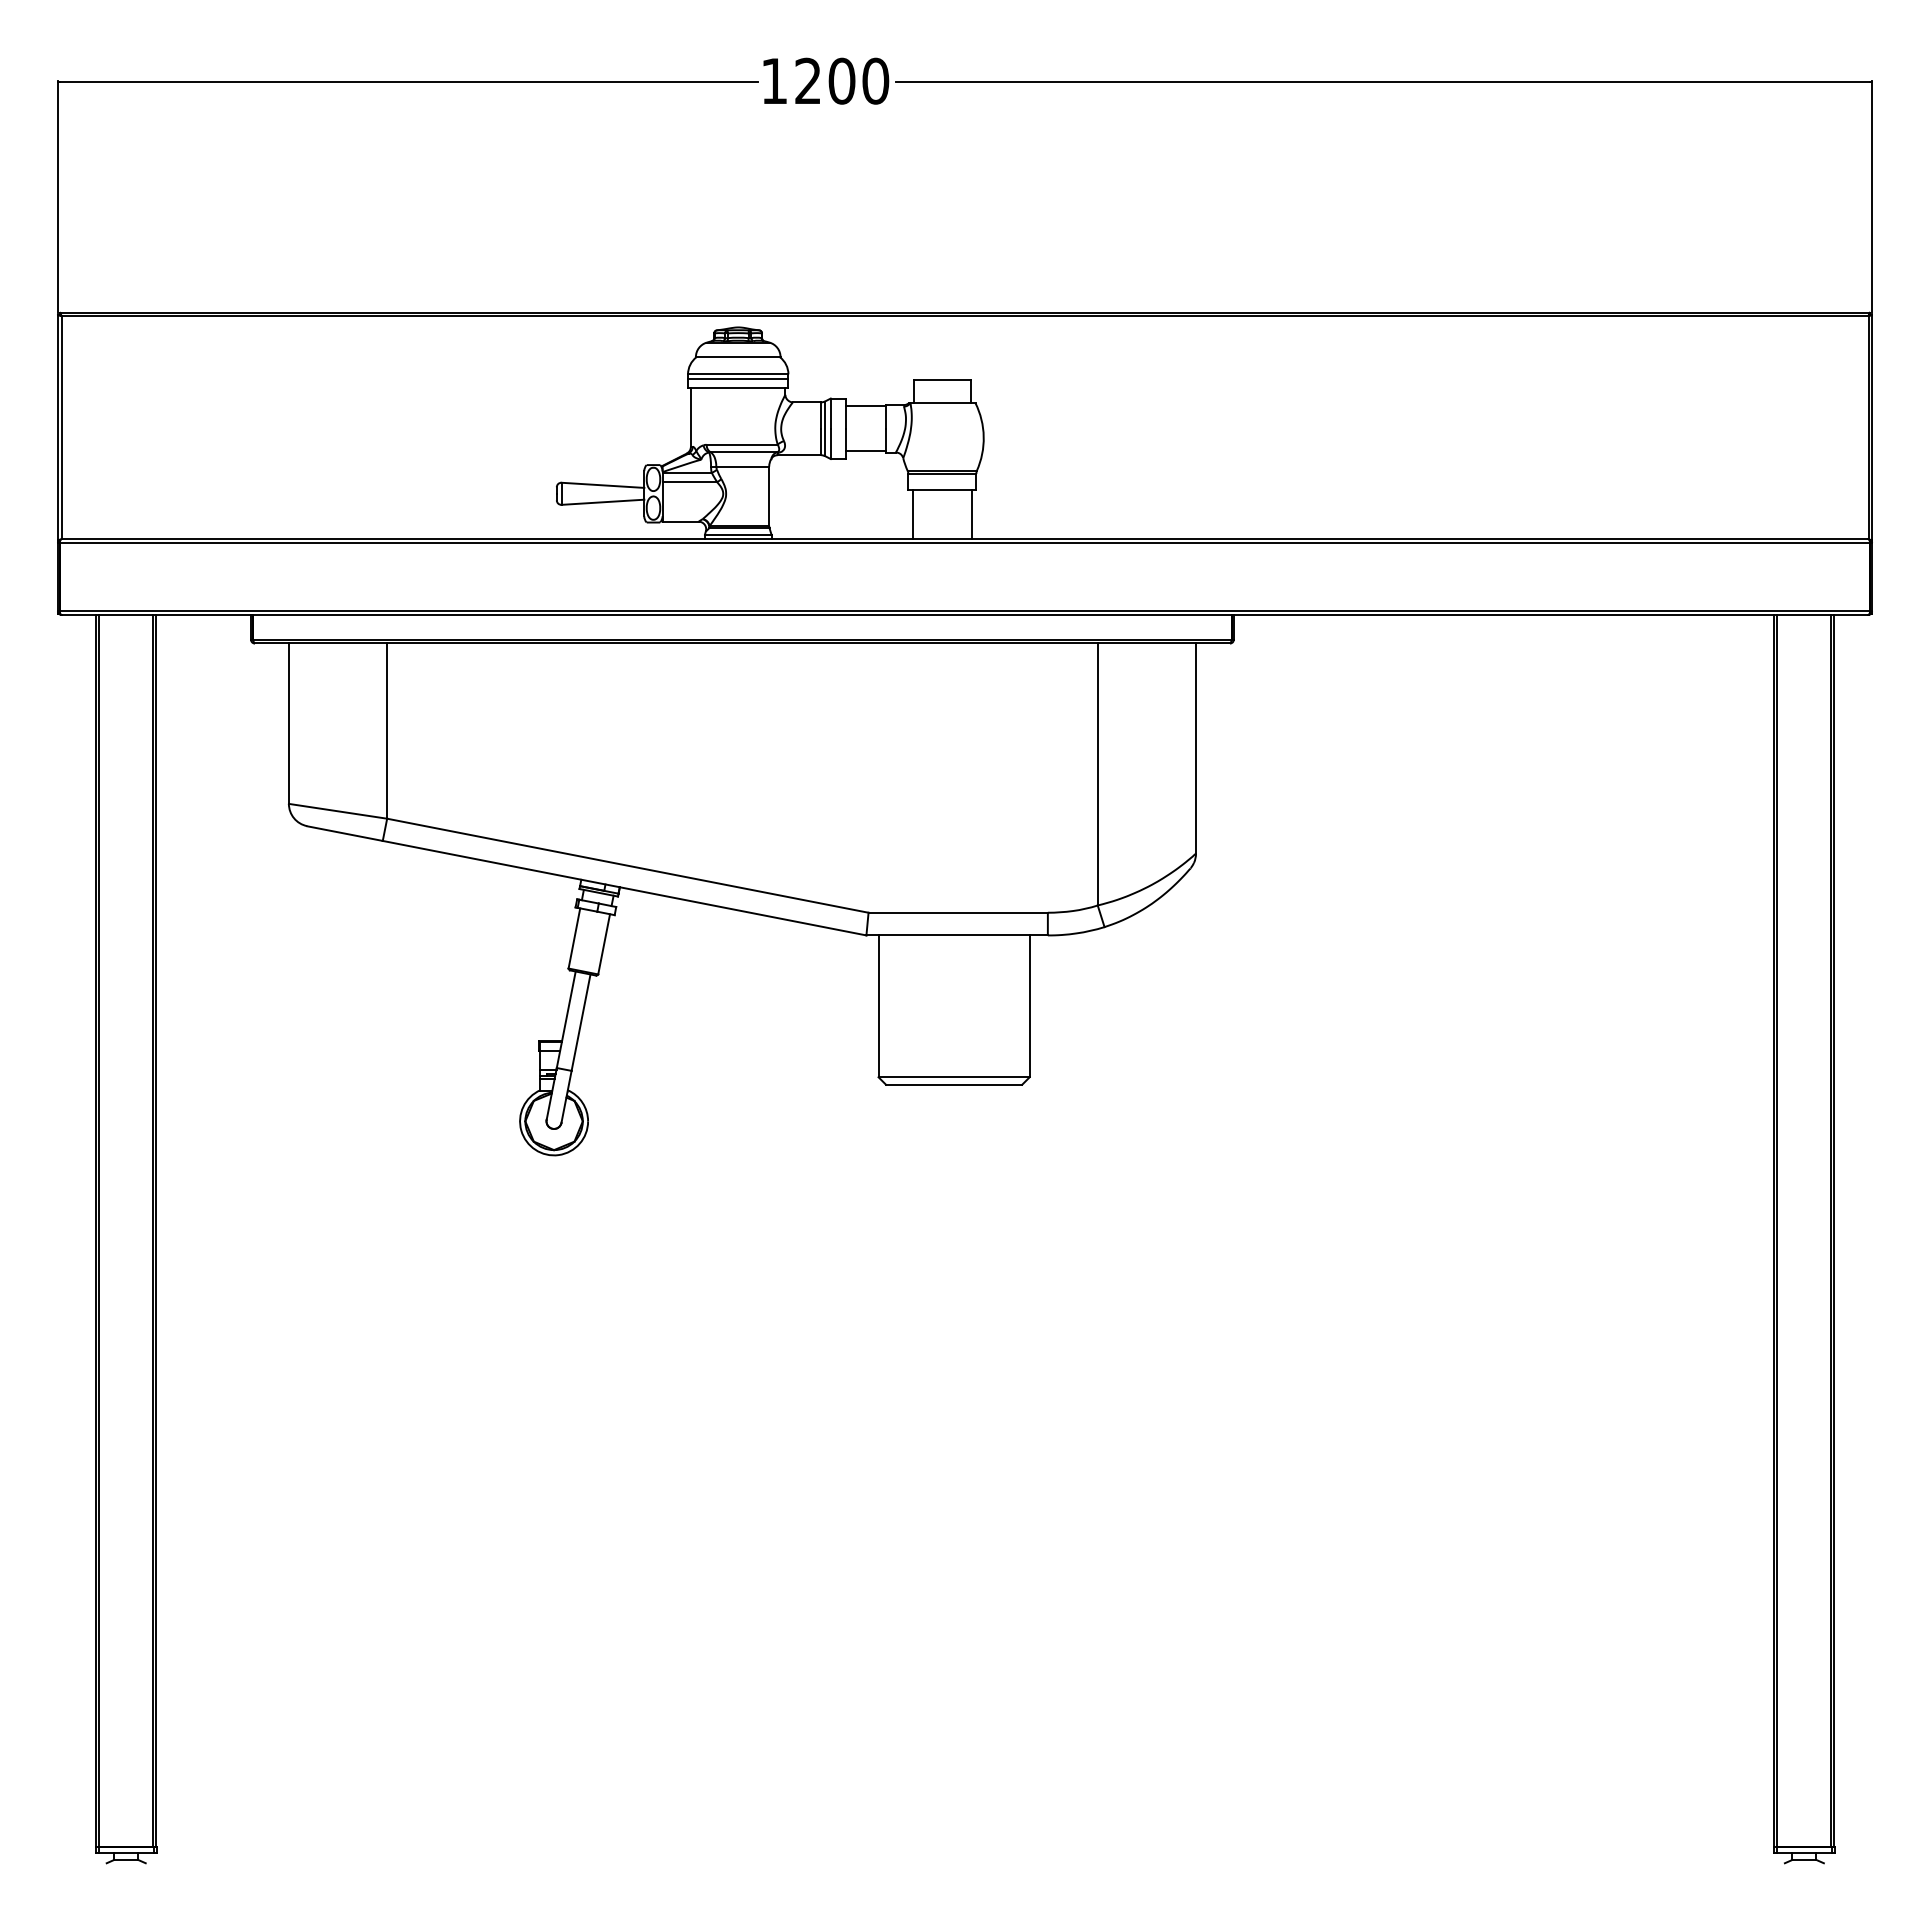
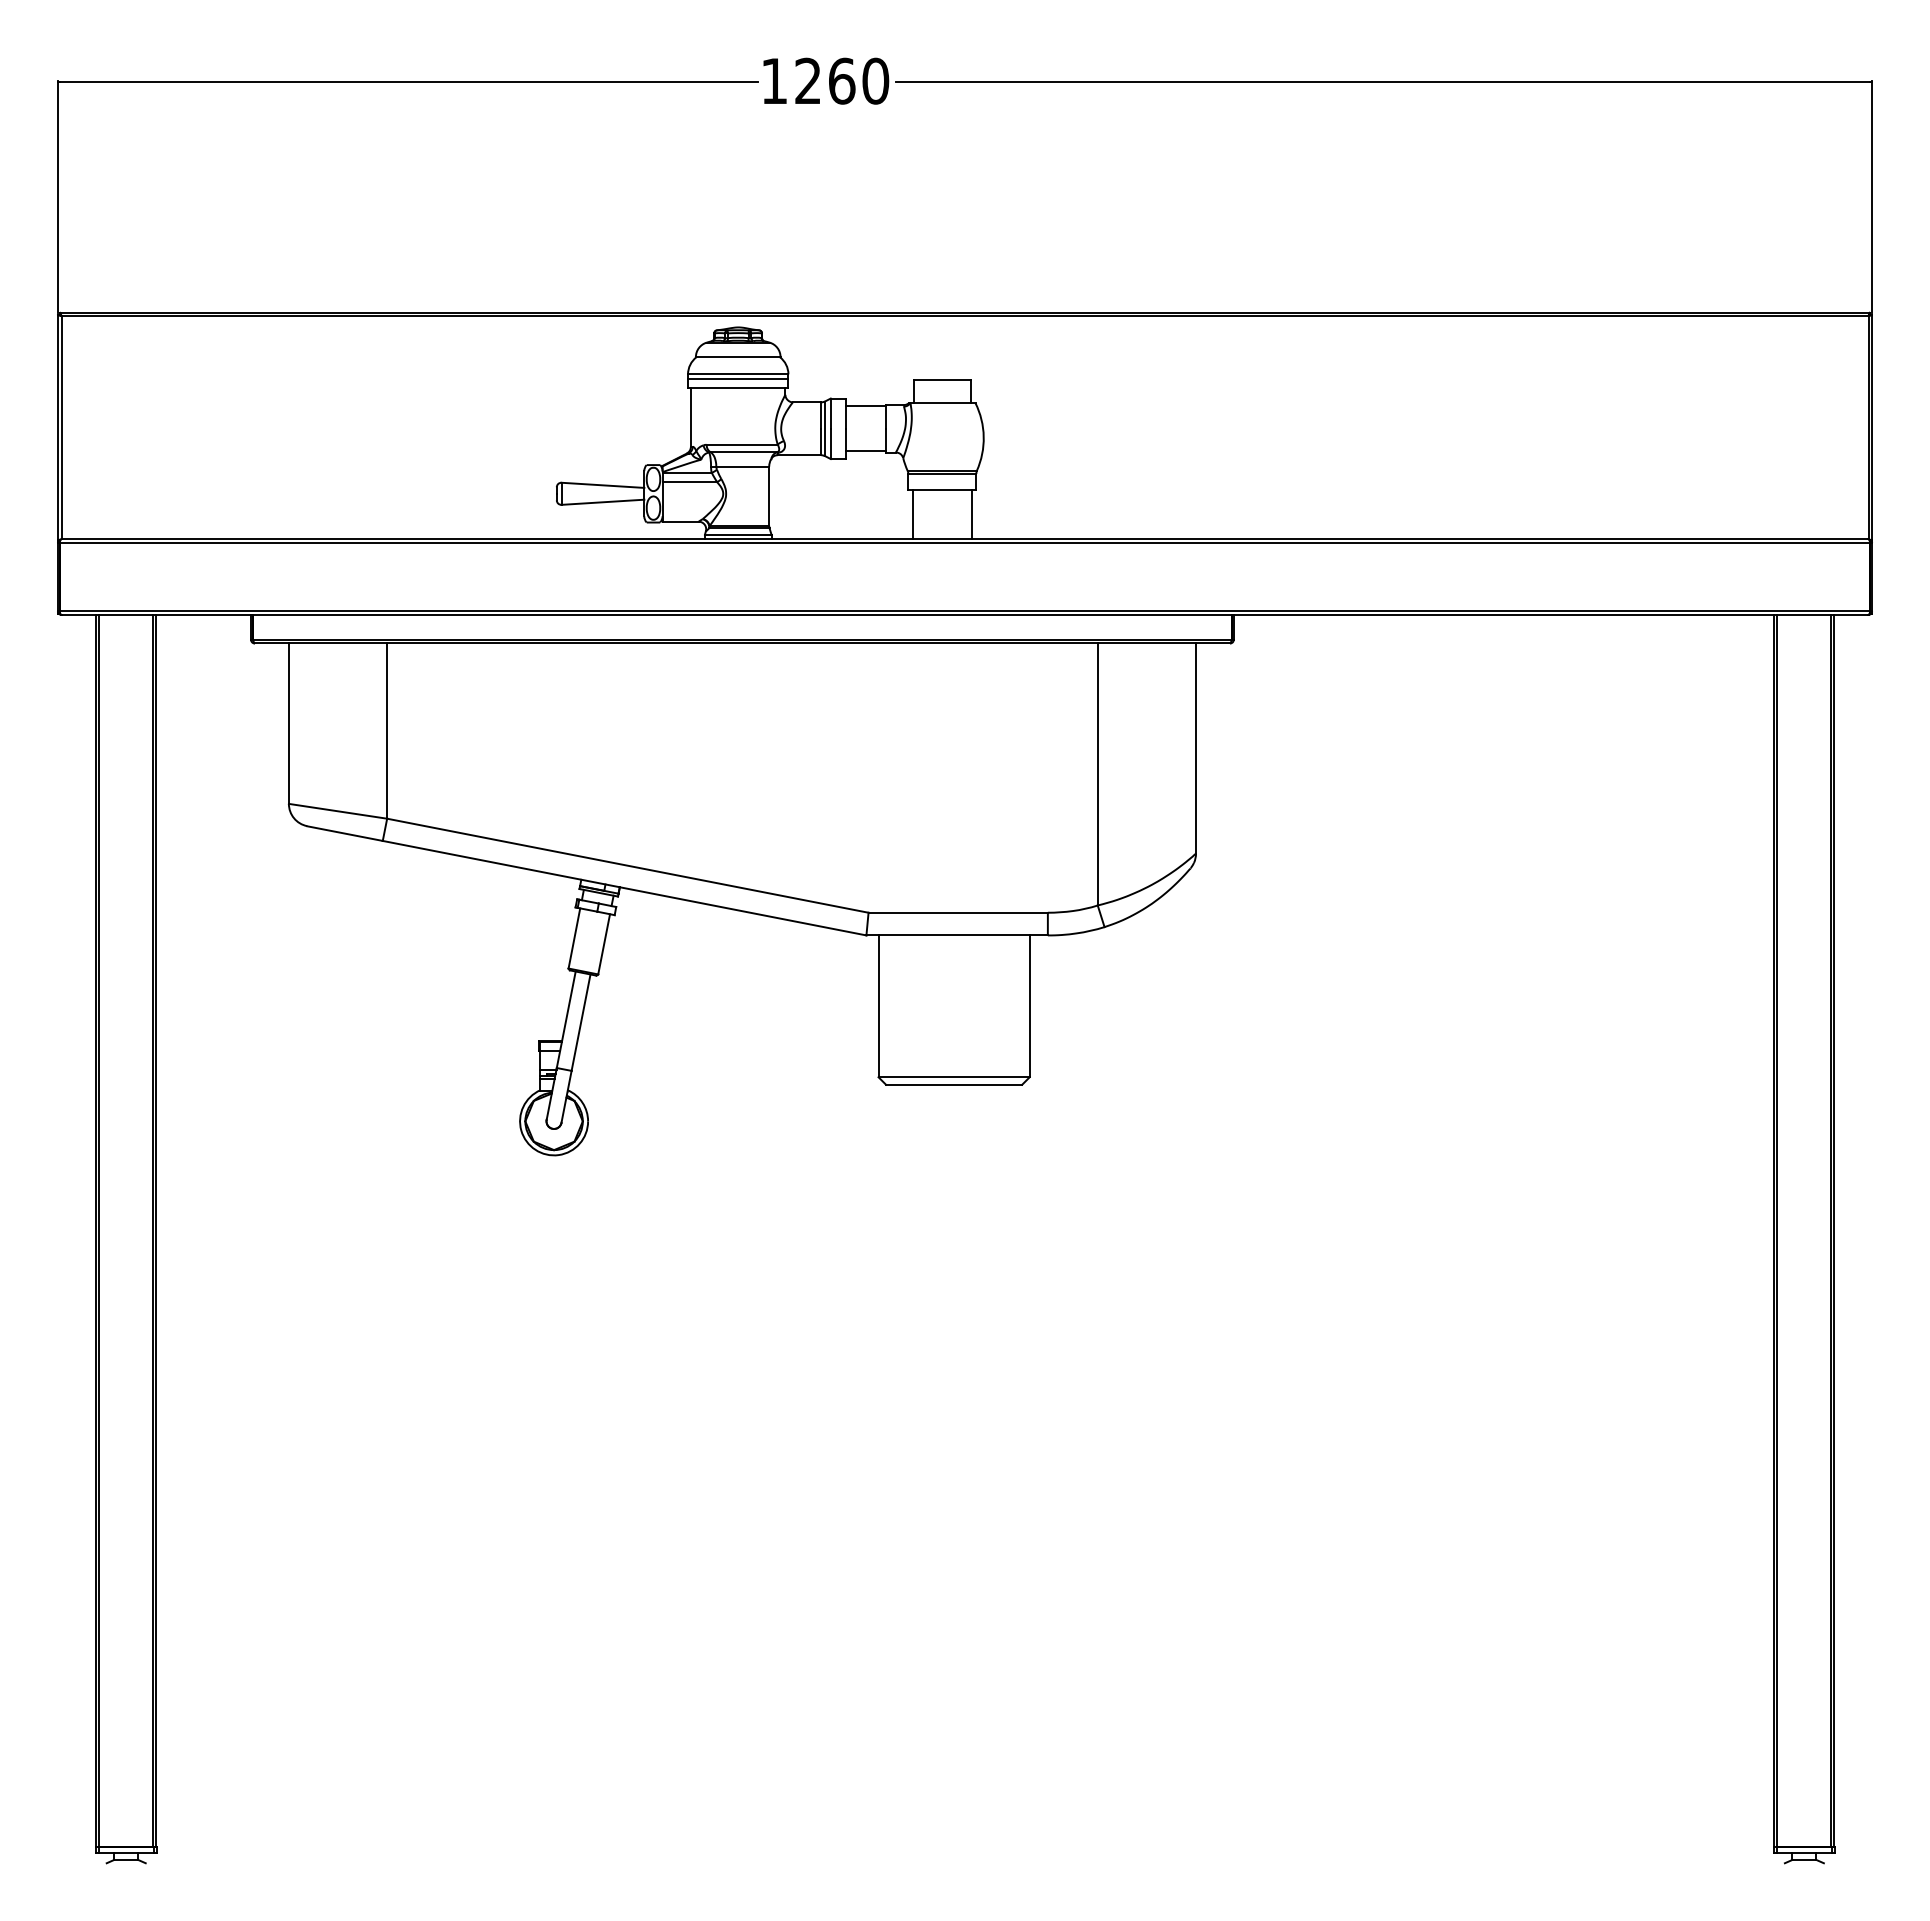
text at (841, 80): 1200 -> 1260
